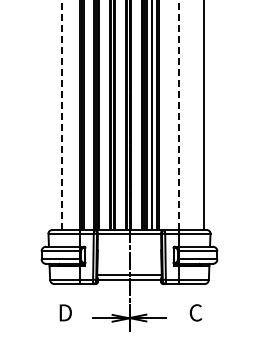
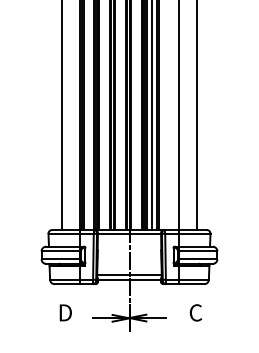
line at (61, 115): dashed -> solid
line at (179, 115): dashed -> solid
line at (204, 116) position: (204, 116) -> (197, 116)
